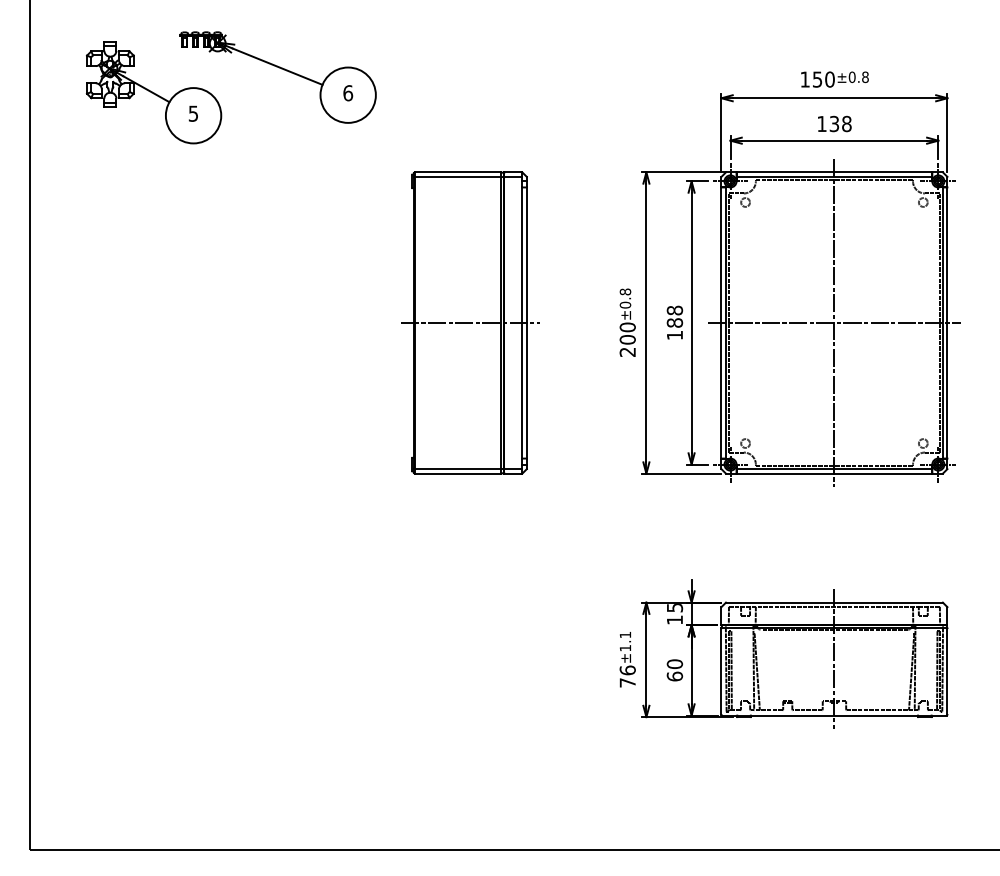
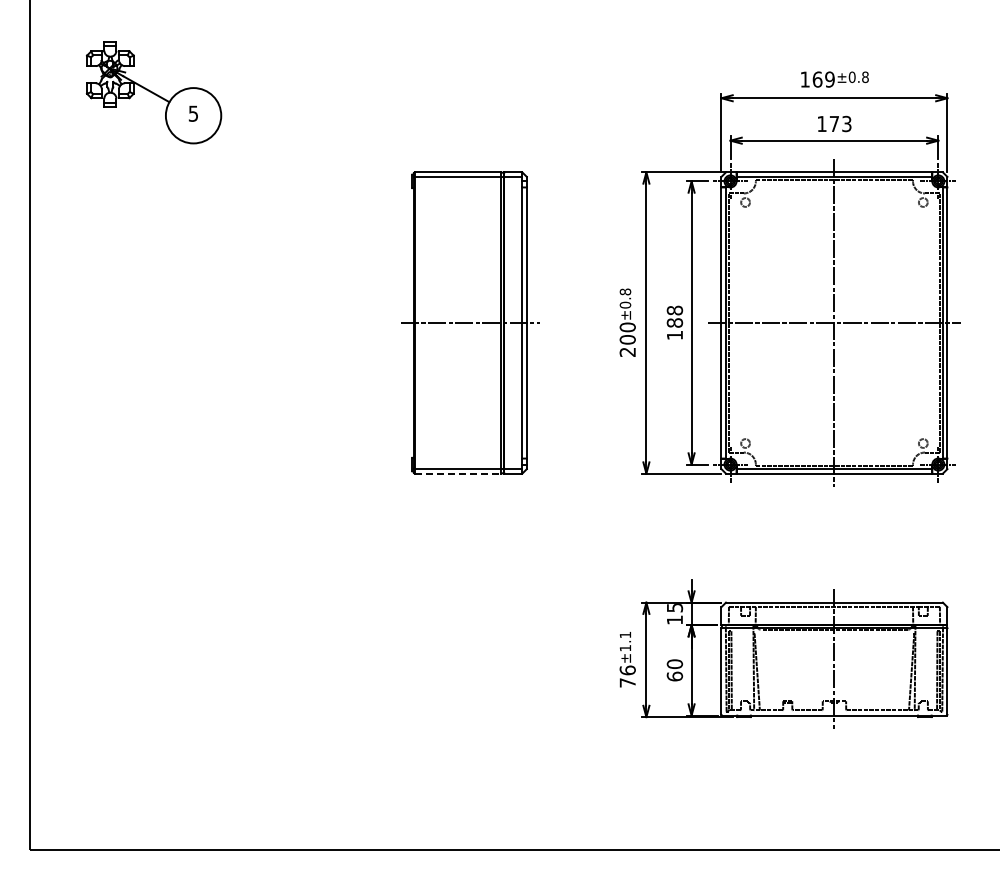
part at (281, 69): present -> none
text at (823, 79): 150 -> 169
text at (840, 123): 138 -> 173
line at (458, 473): solid -> dashed
